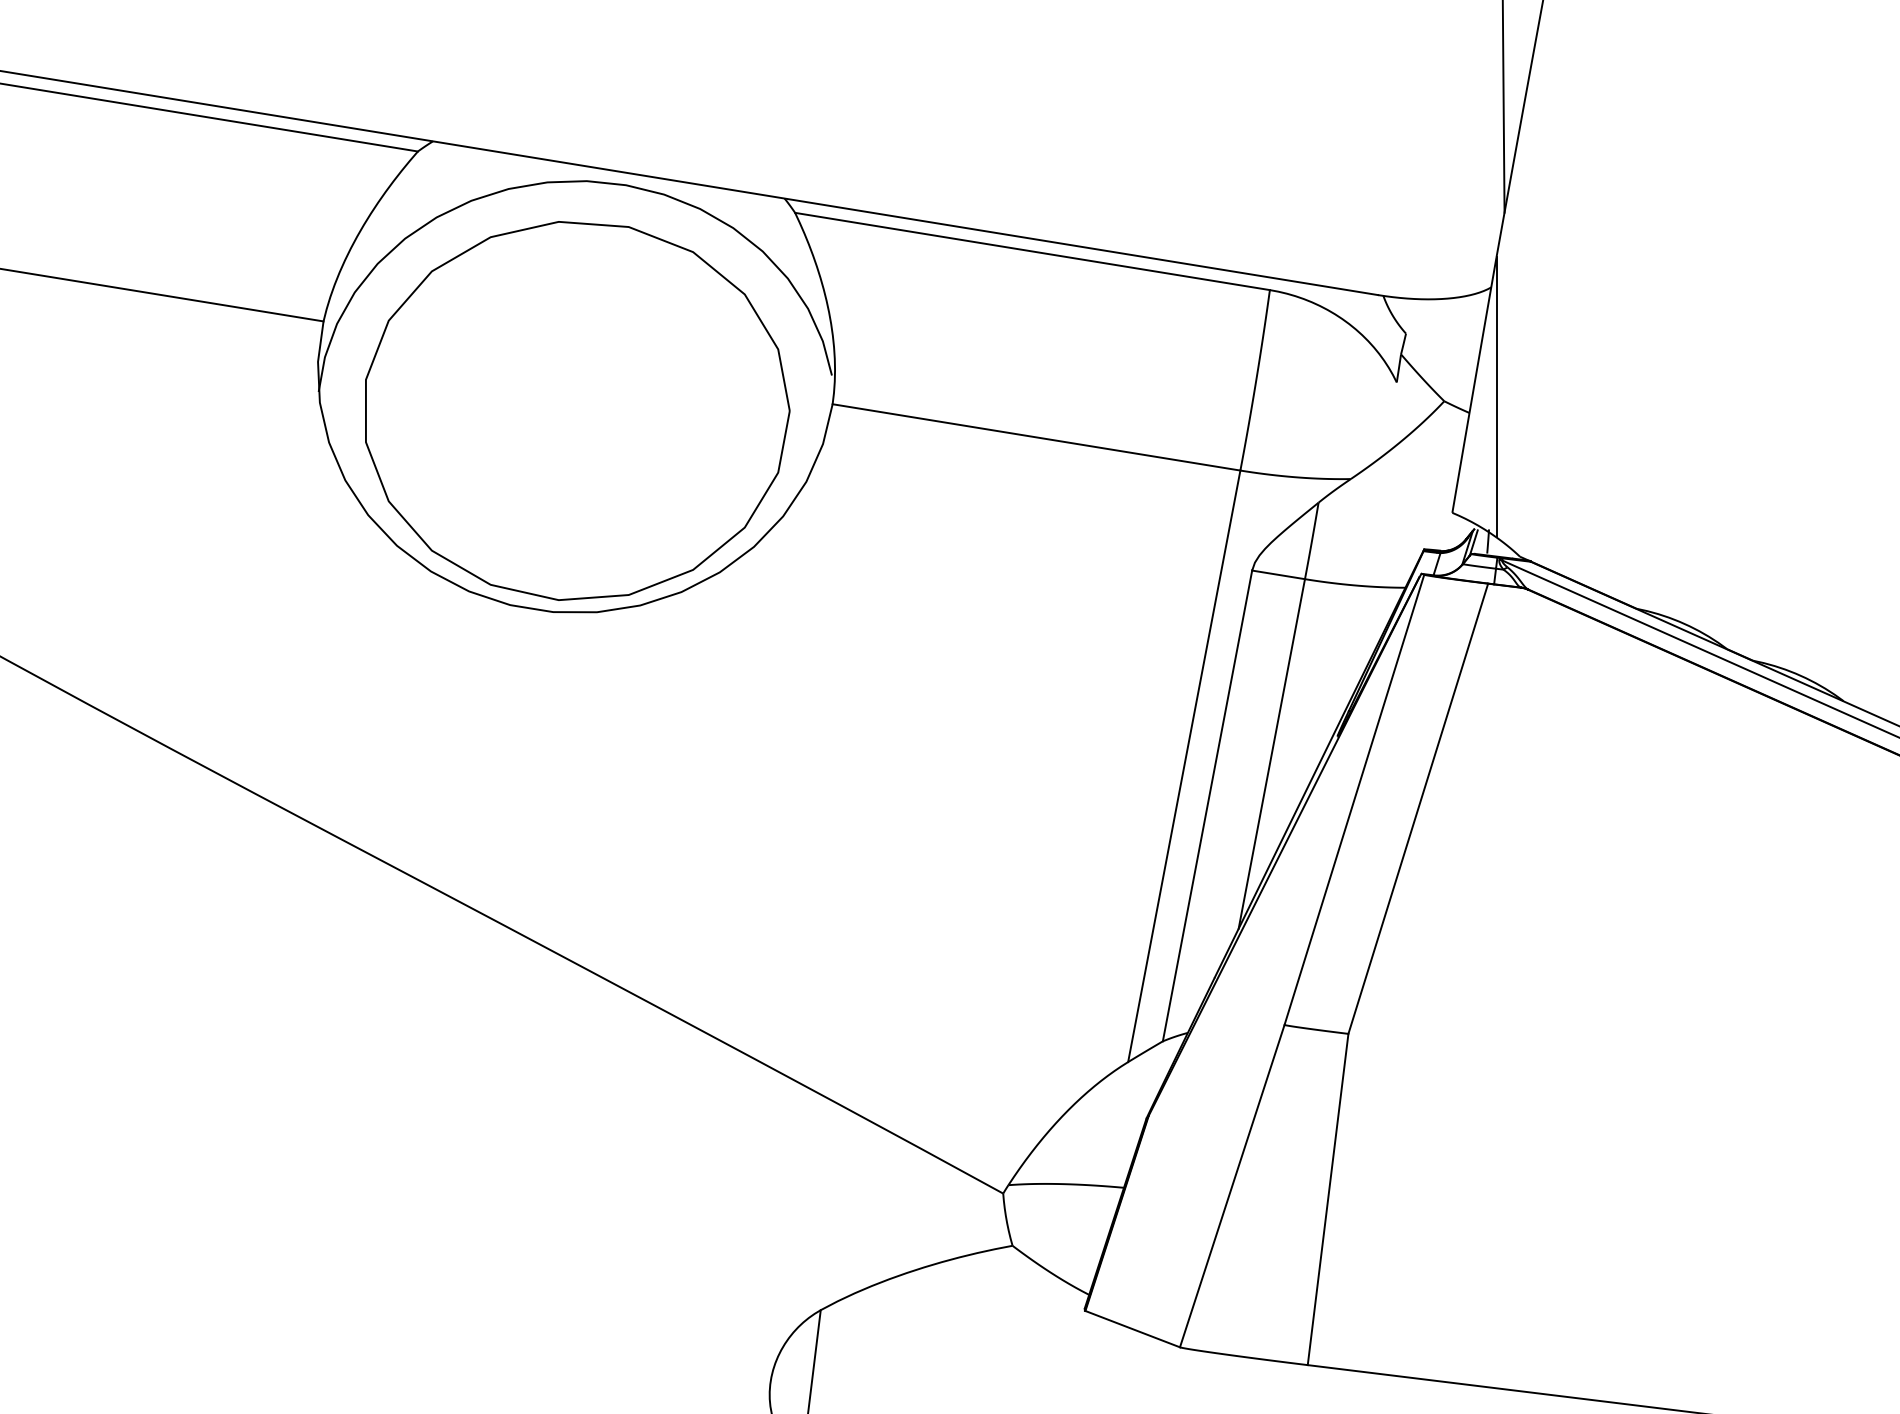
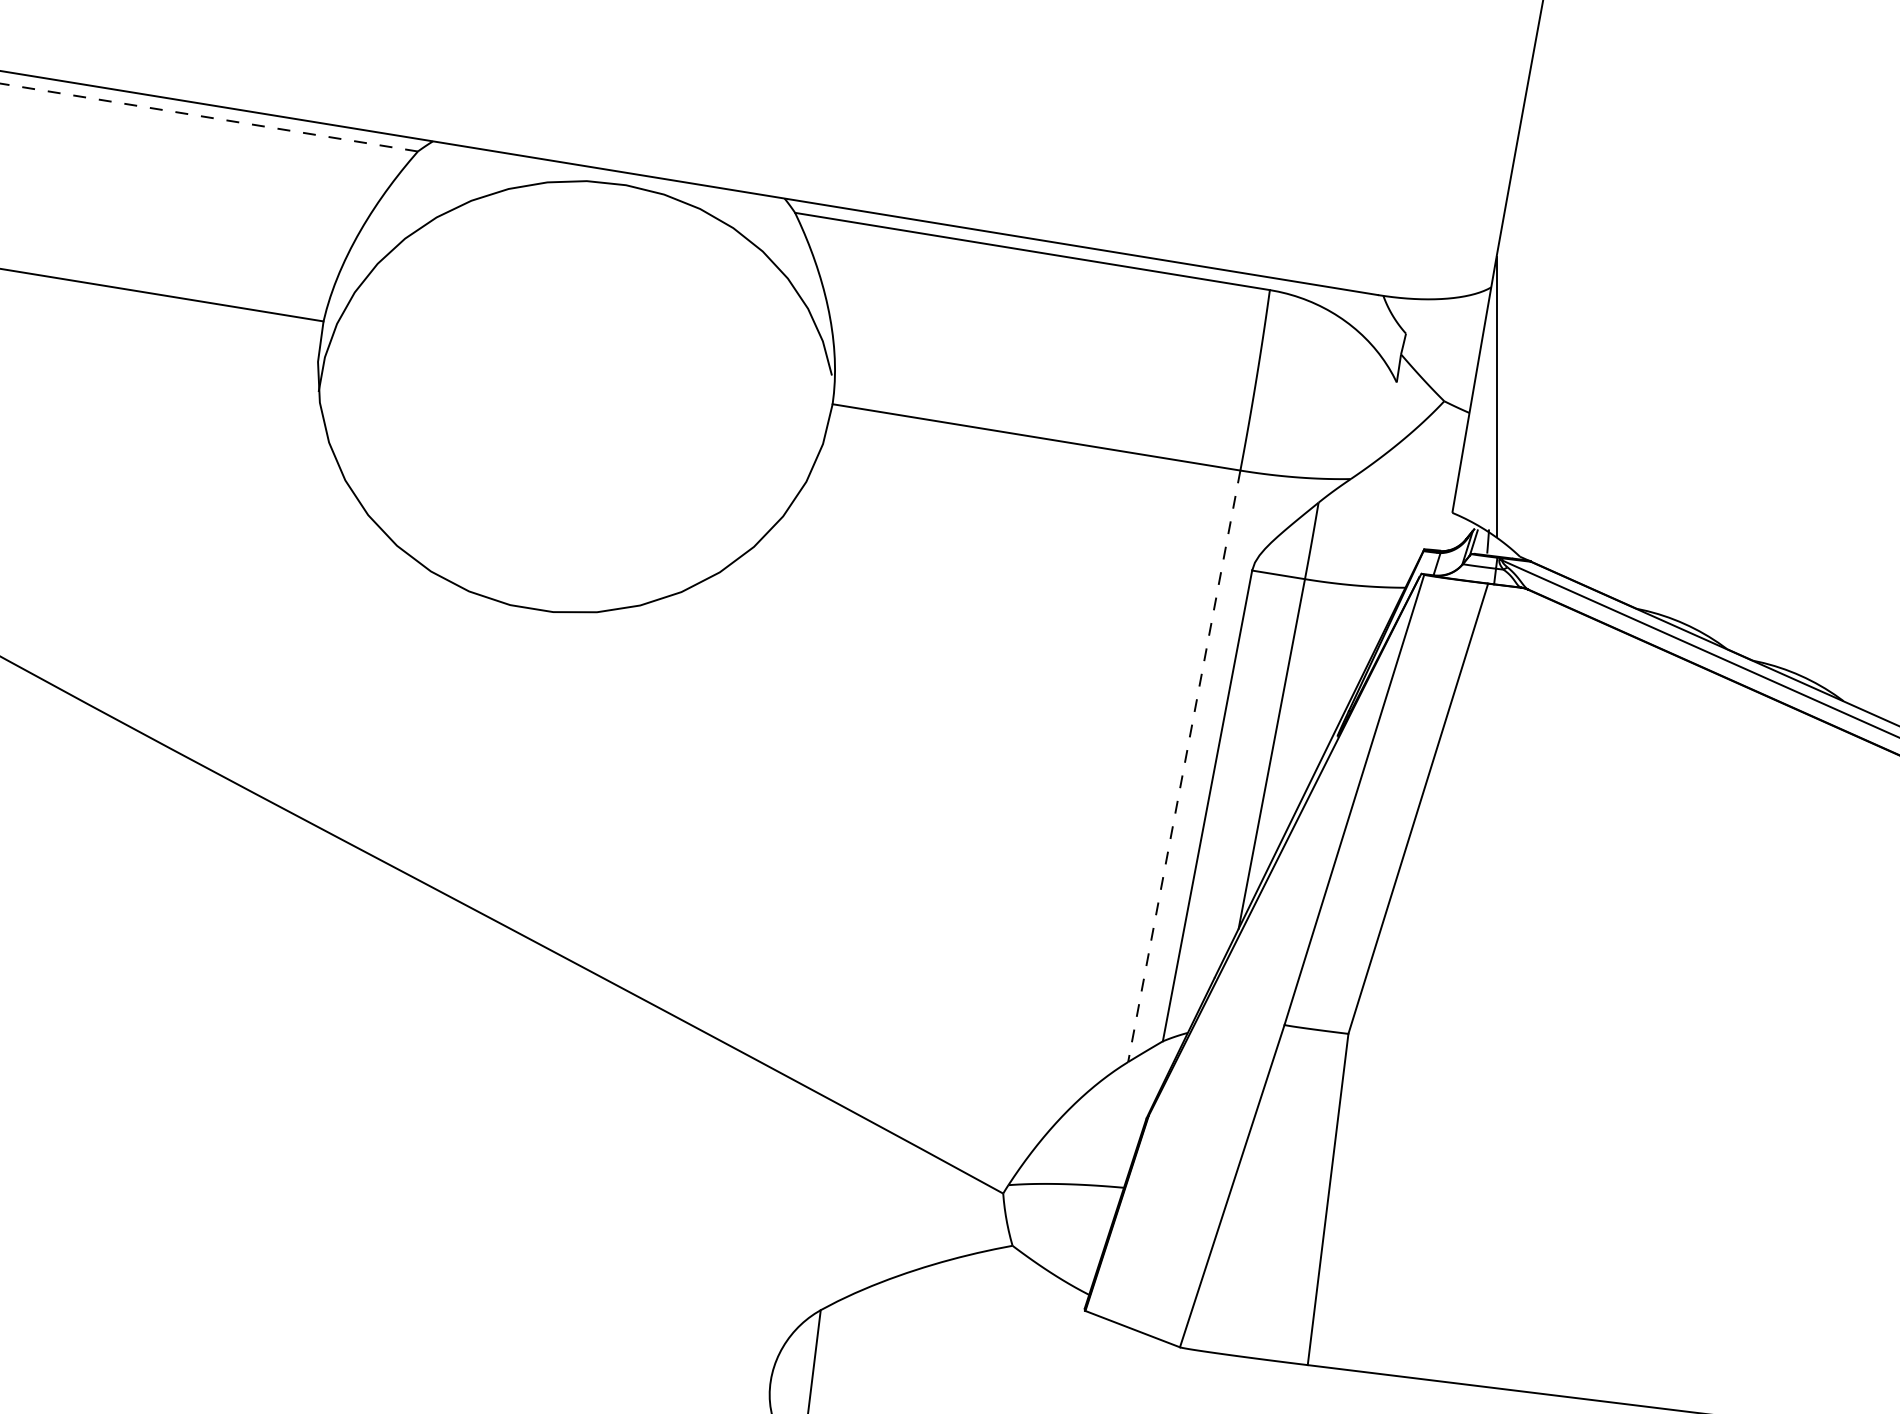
line at (1503, 107): present -> none
line at (208, 117): solid -> dashed
part at (577, 410): present -> none
line at (1184, 766): solid -> dashed
